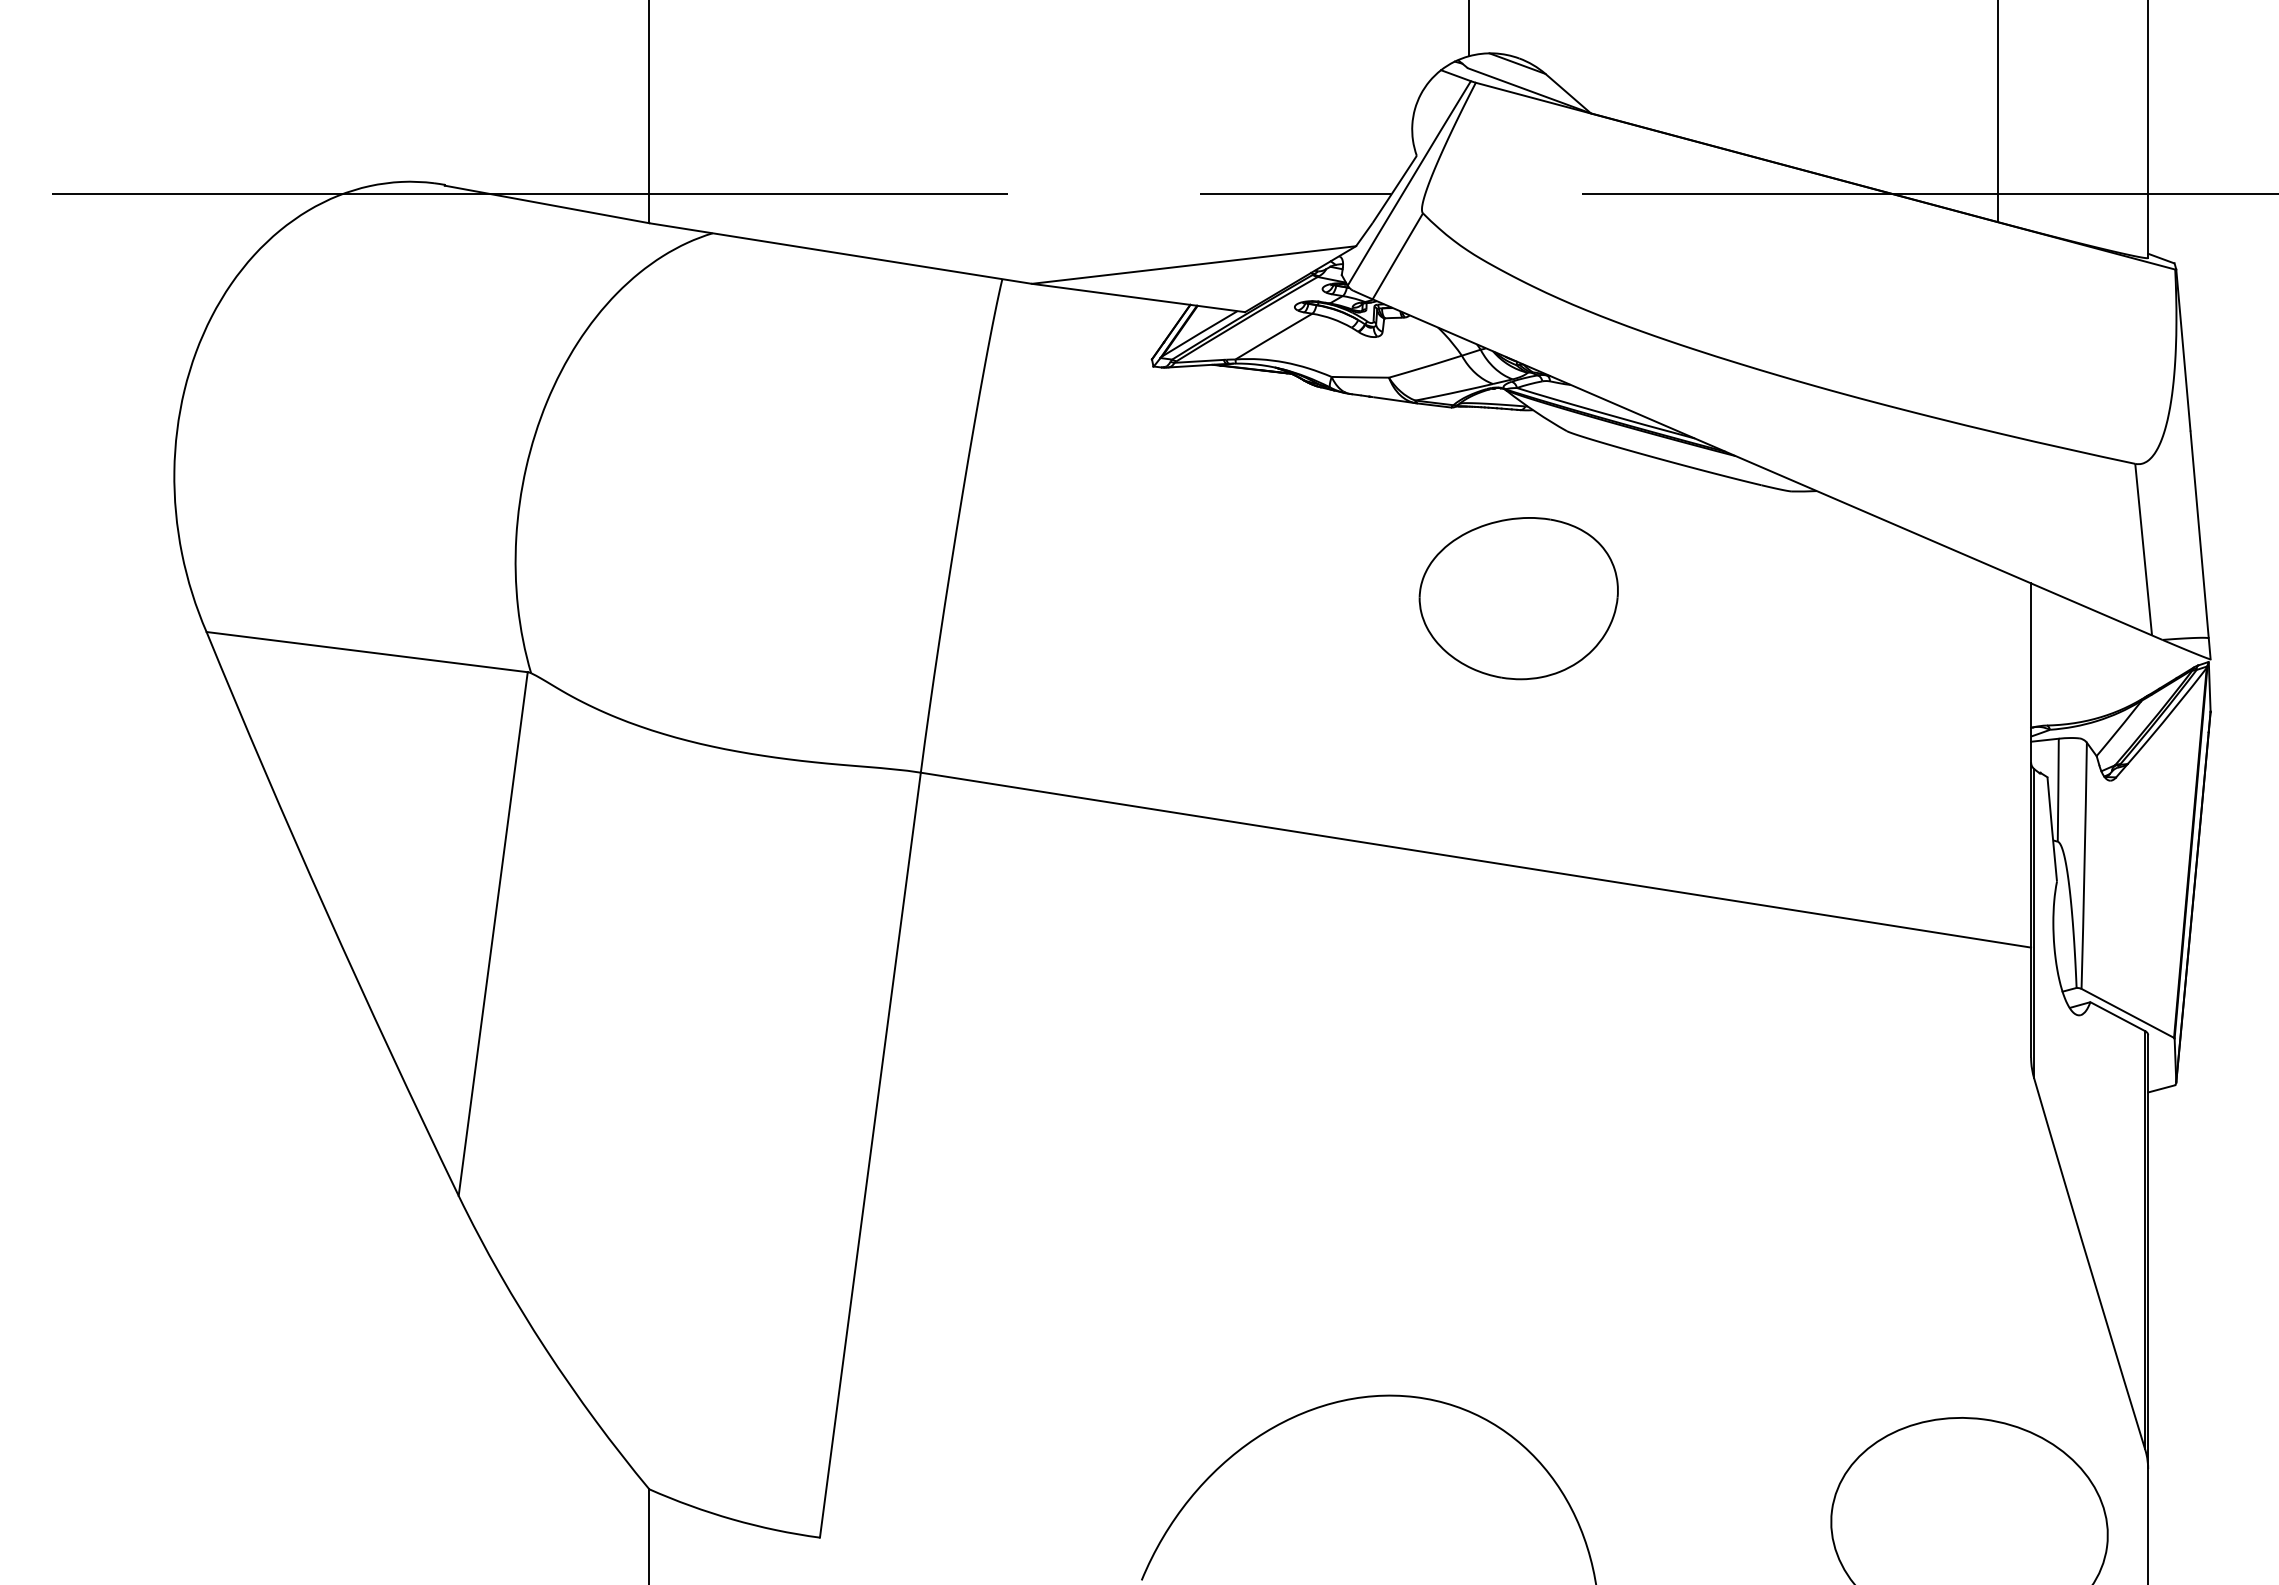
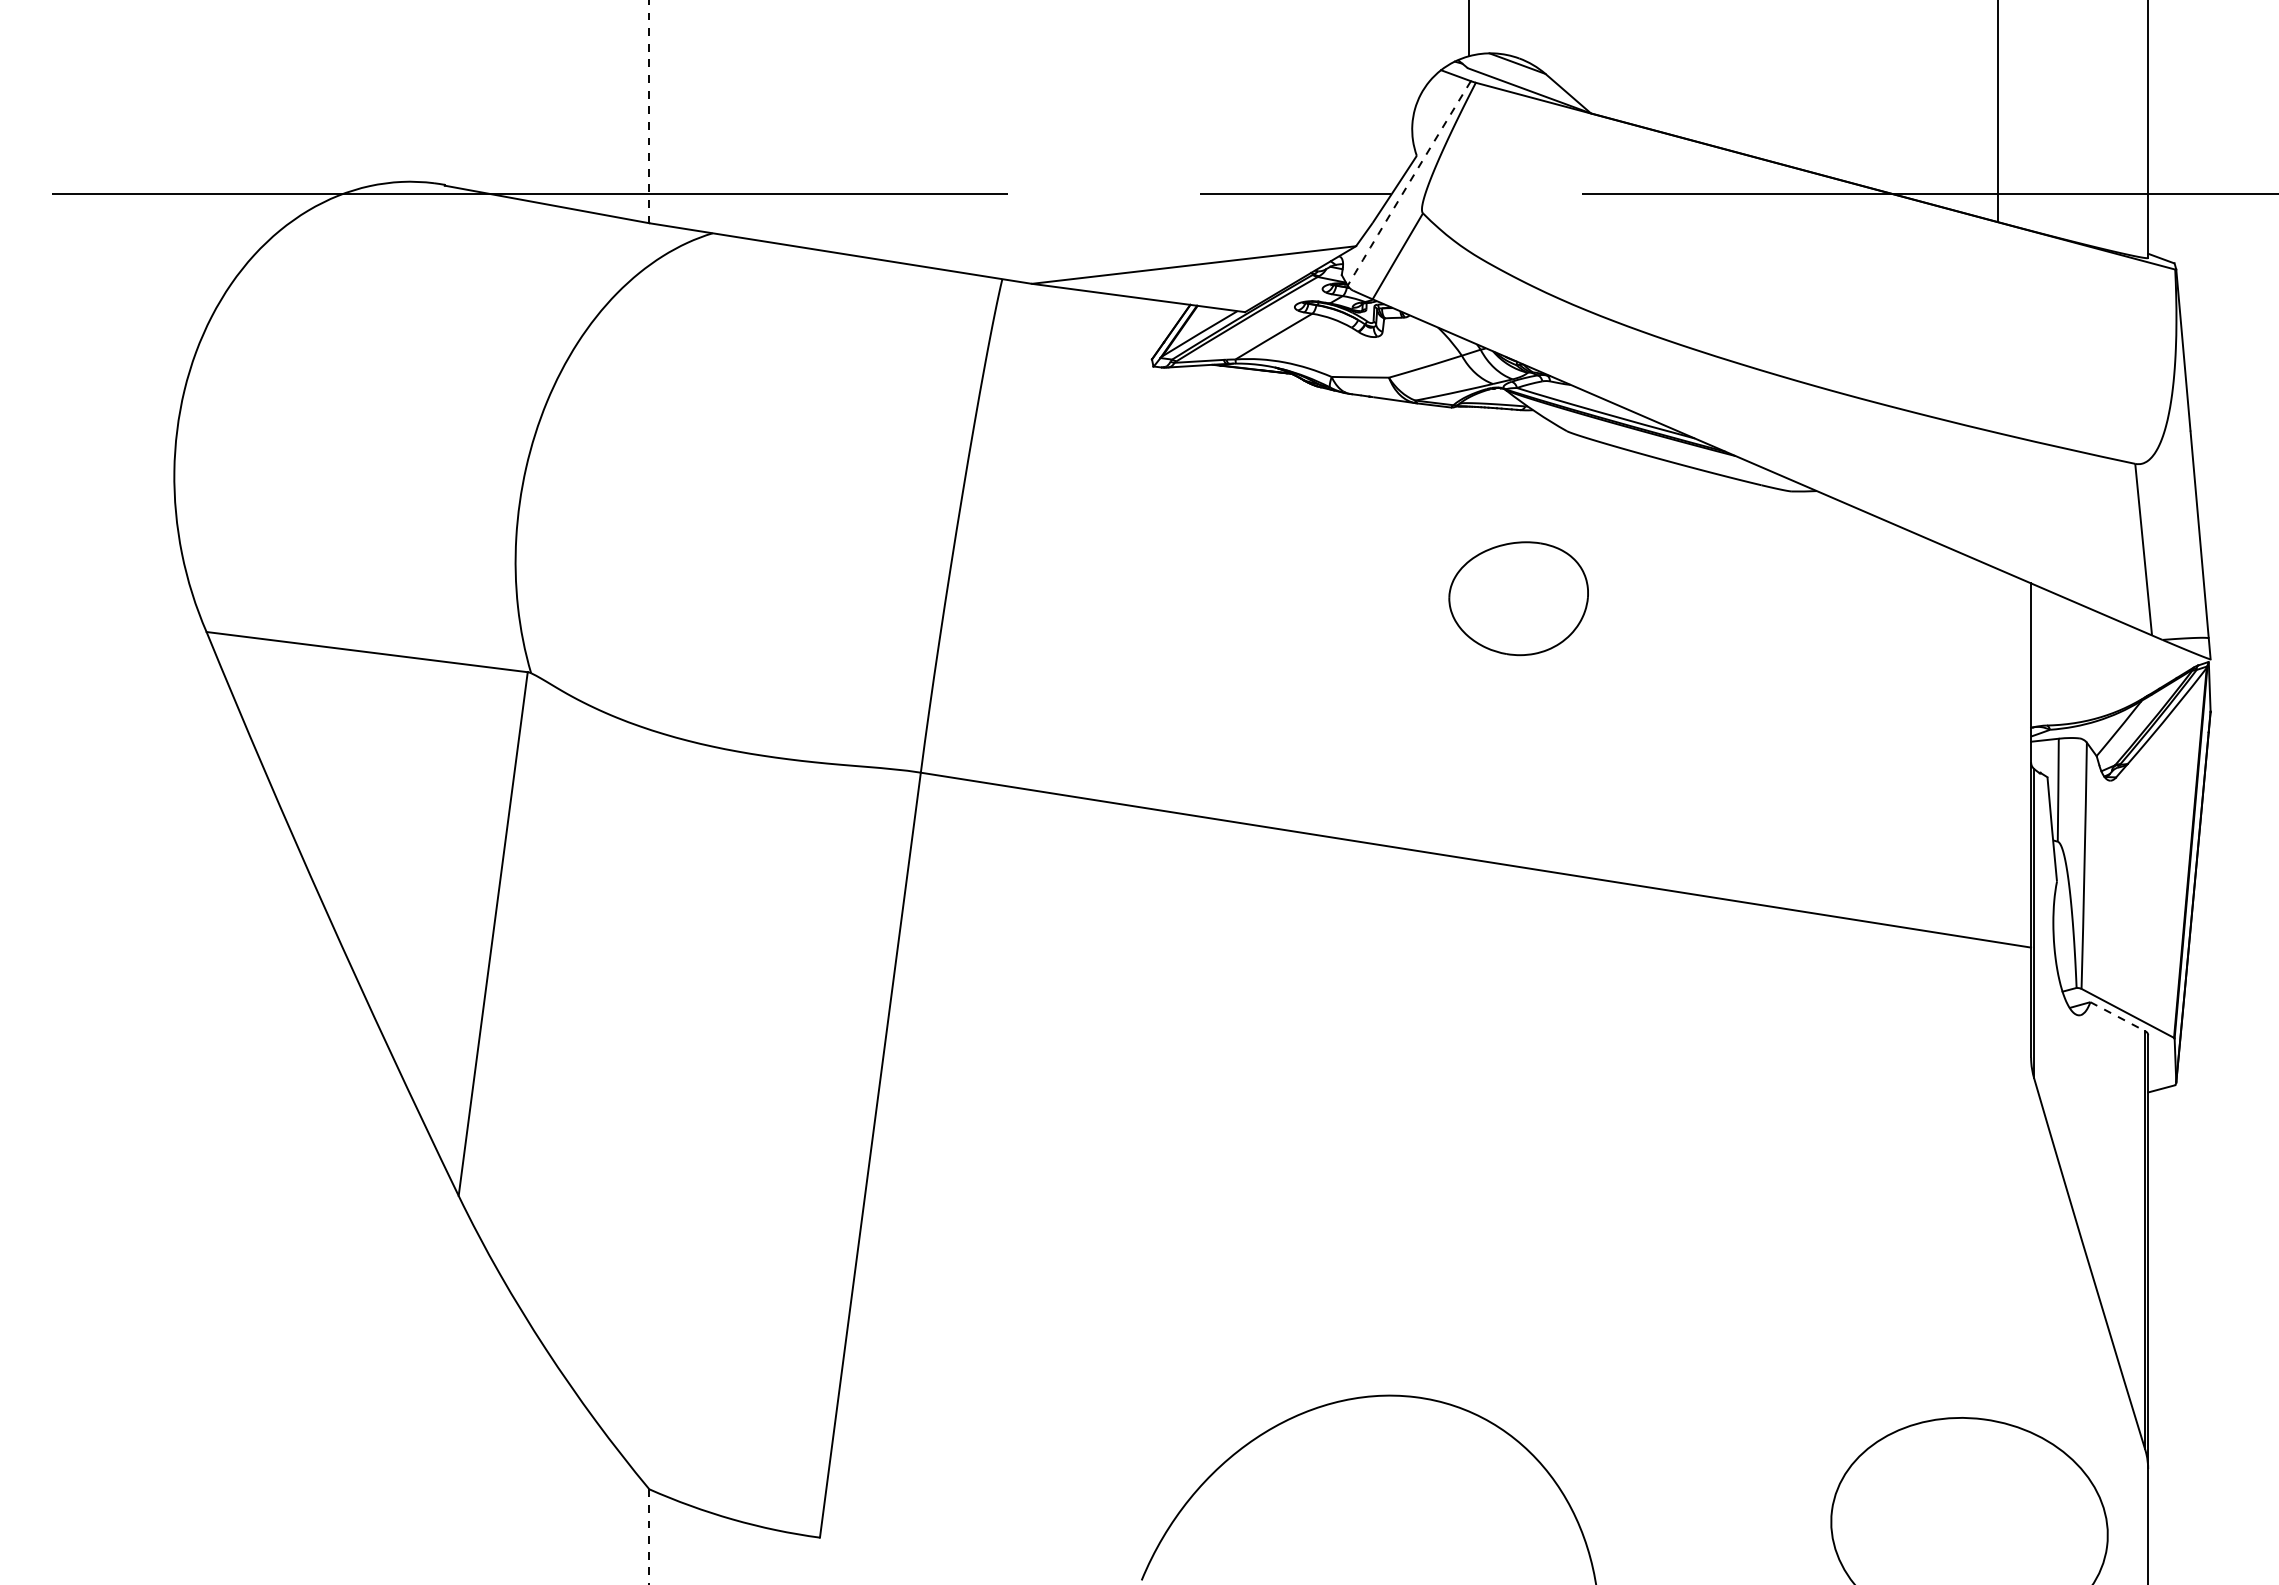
line at (649, 112): solid -> dashed
arc at (1409, 183): solid -> dashed
part at (1518, 598) size: 201x164 px -> 141x116 px
line at (2117, 1016): solid -> dashed
line at (649, 1537): solid -> dashed
